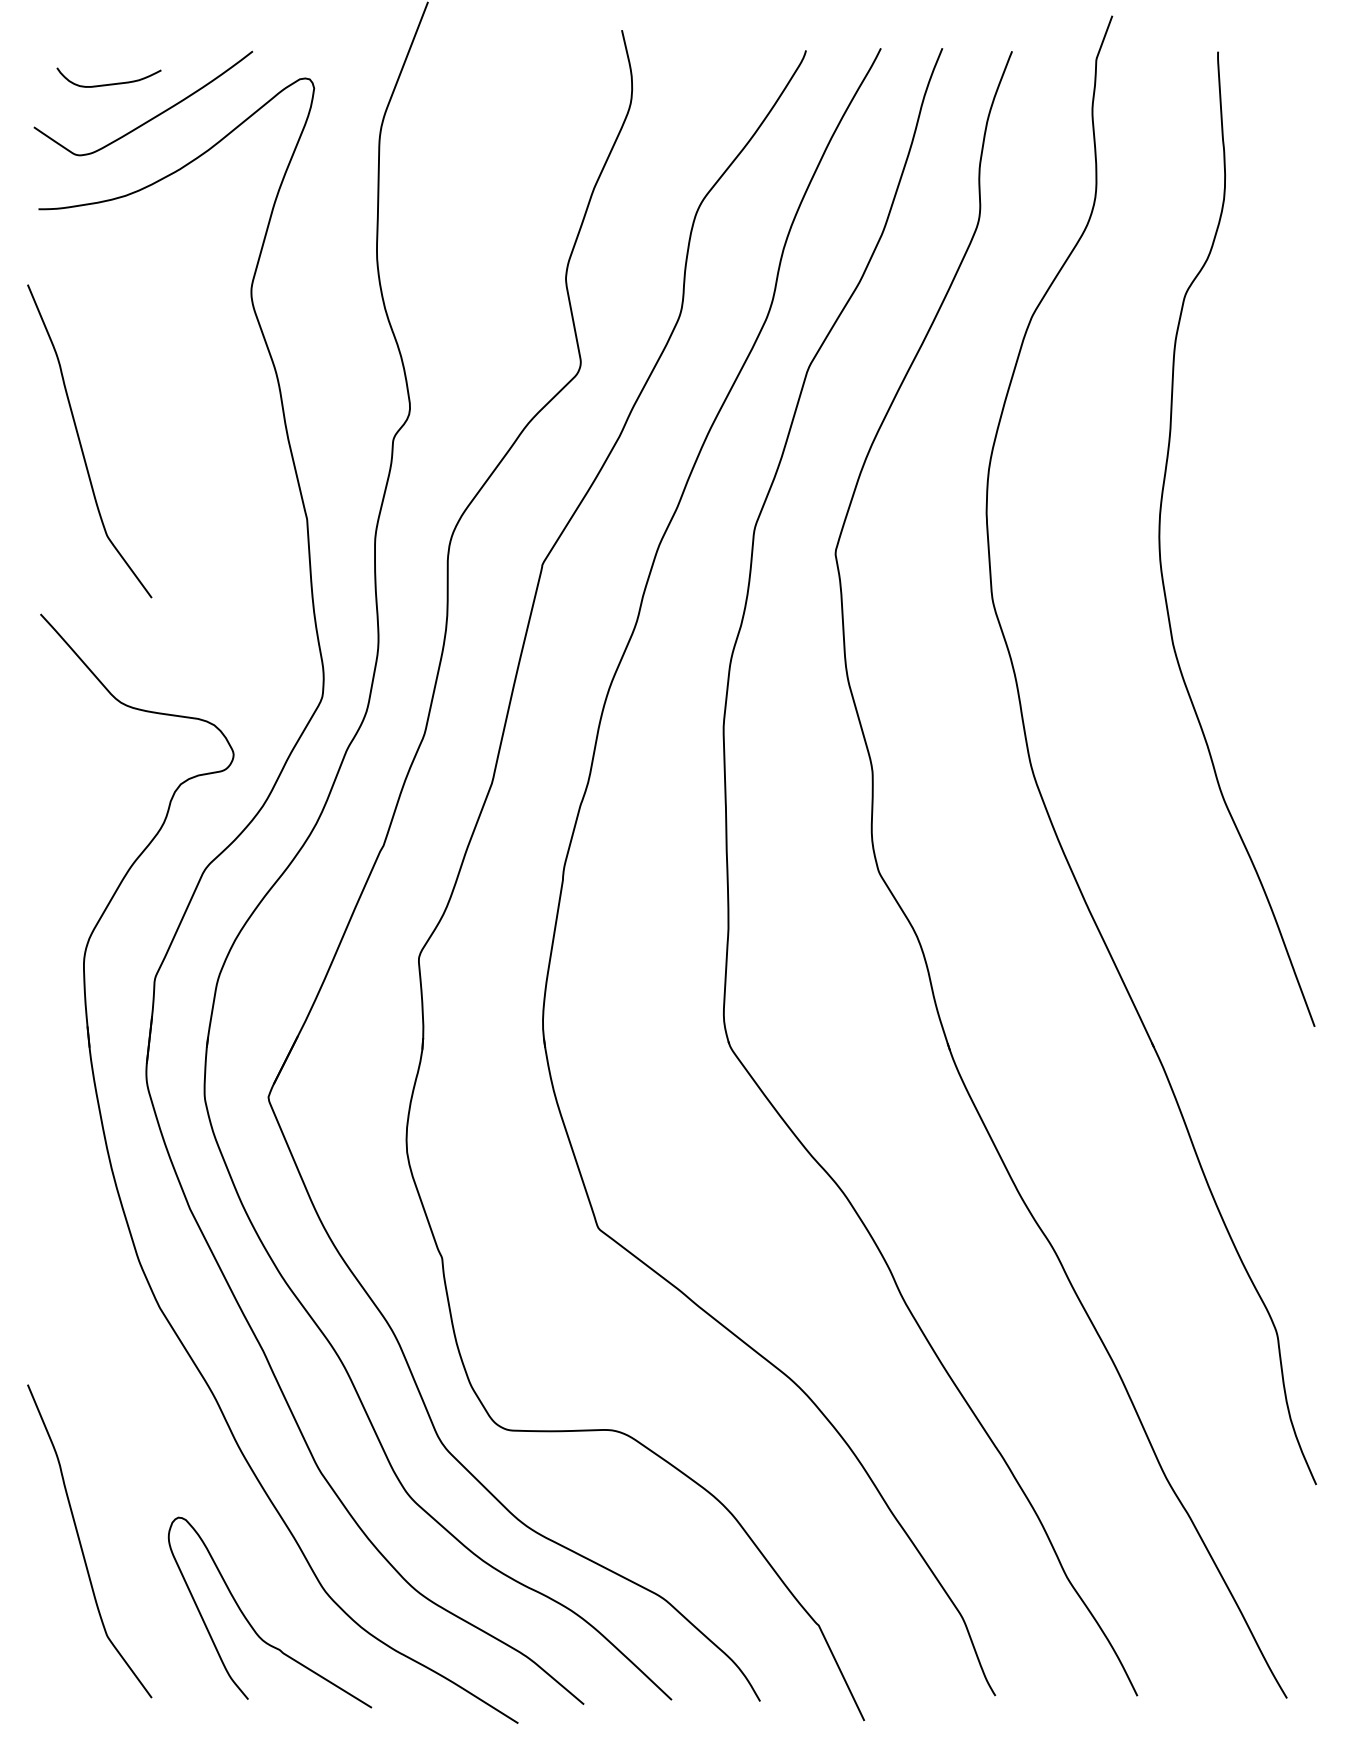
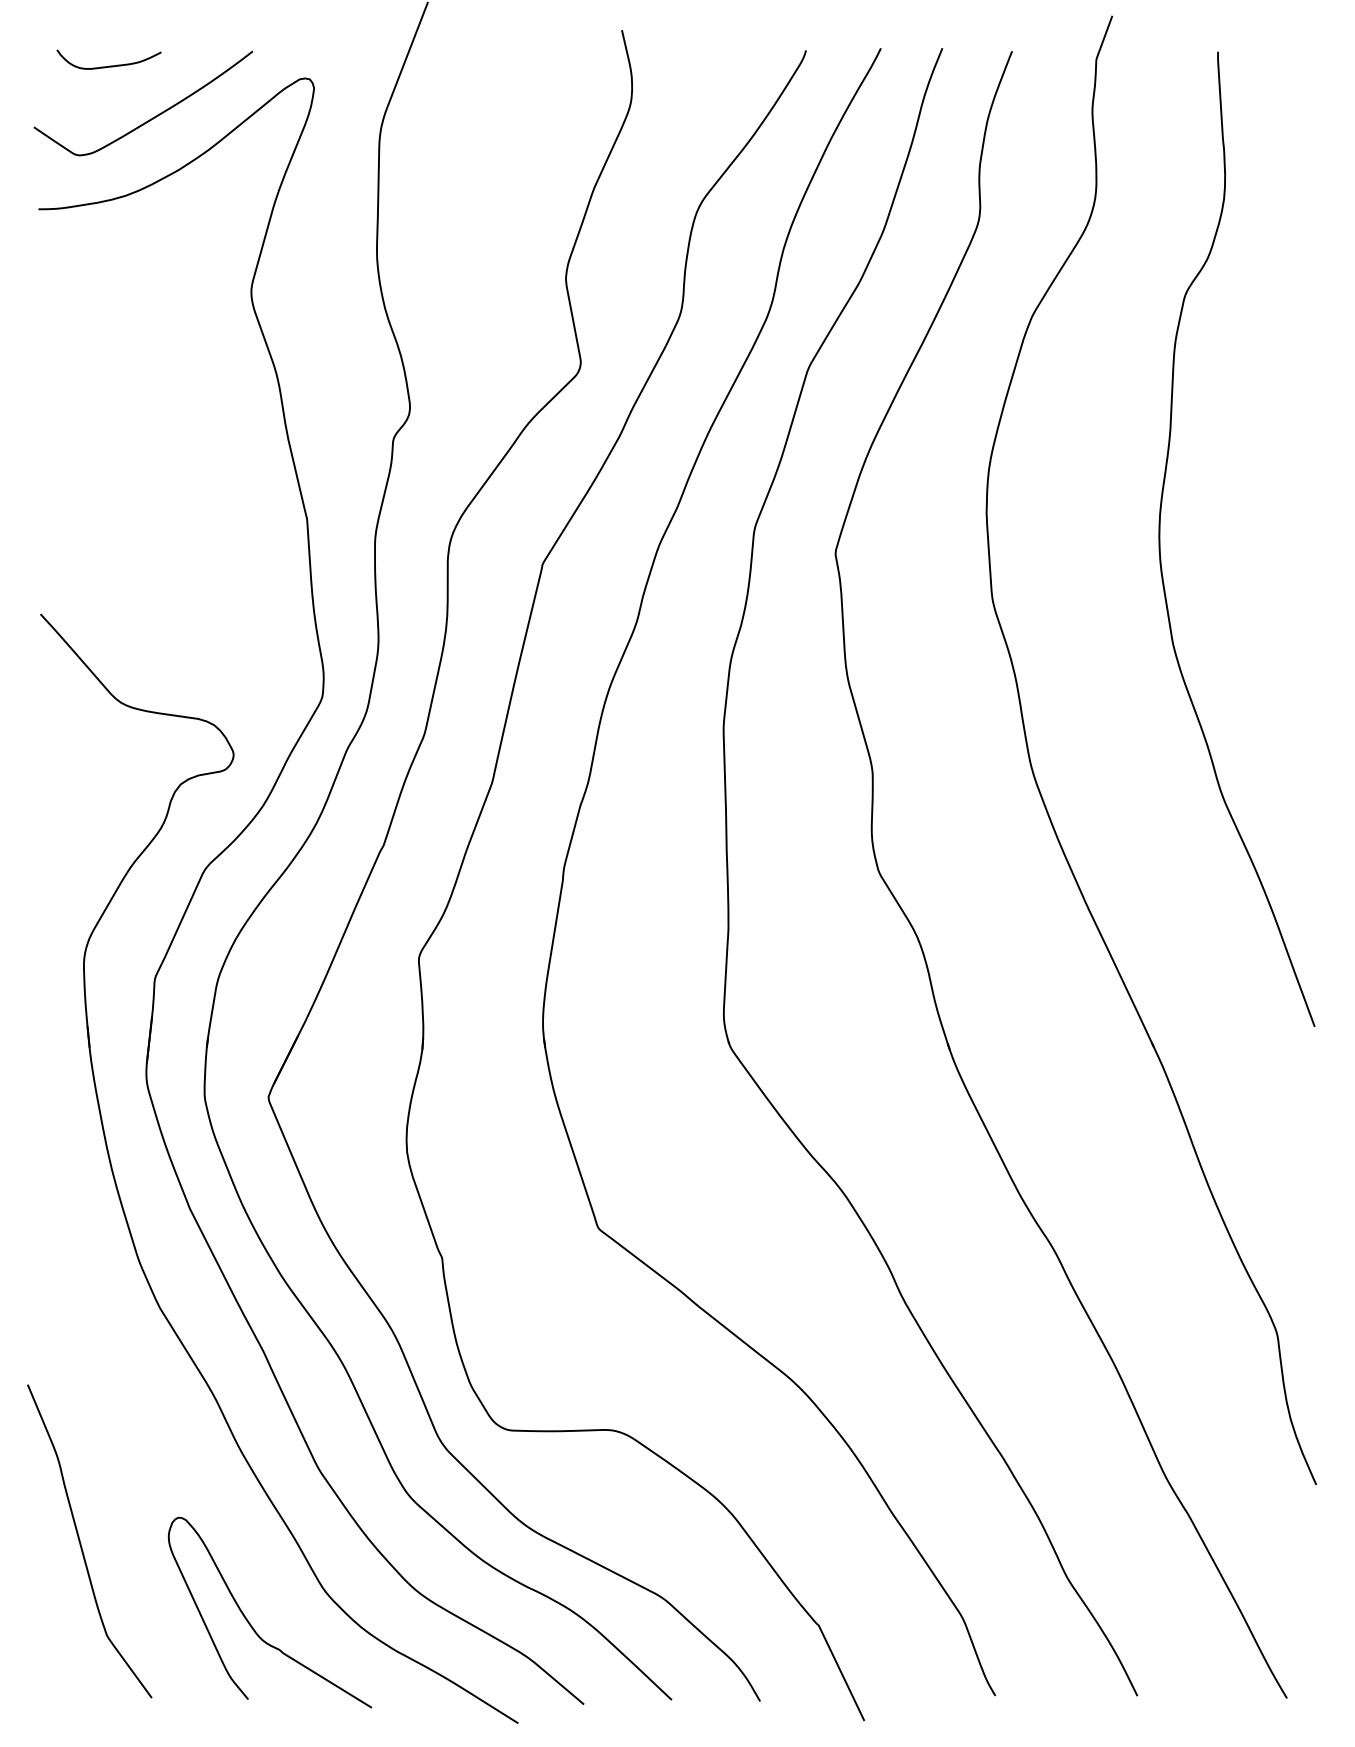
curve at (109, 83) position: (109, 83) -> (109, 65)
curve at (81, 443): present -> none
